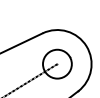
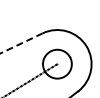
line at (21, 43): solid -> dashed
